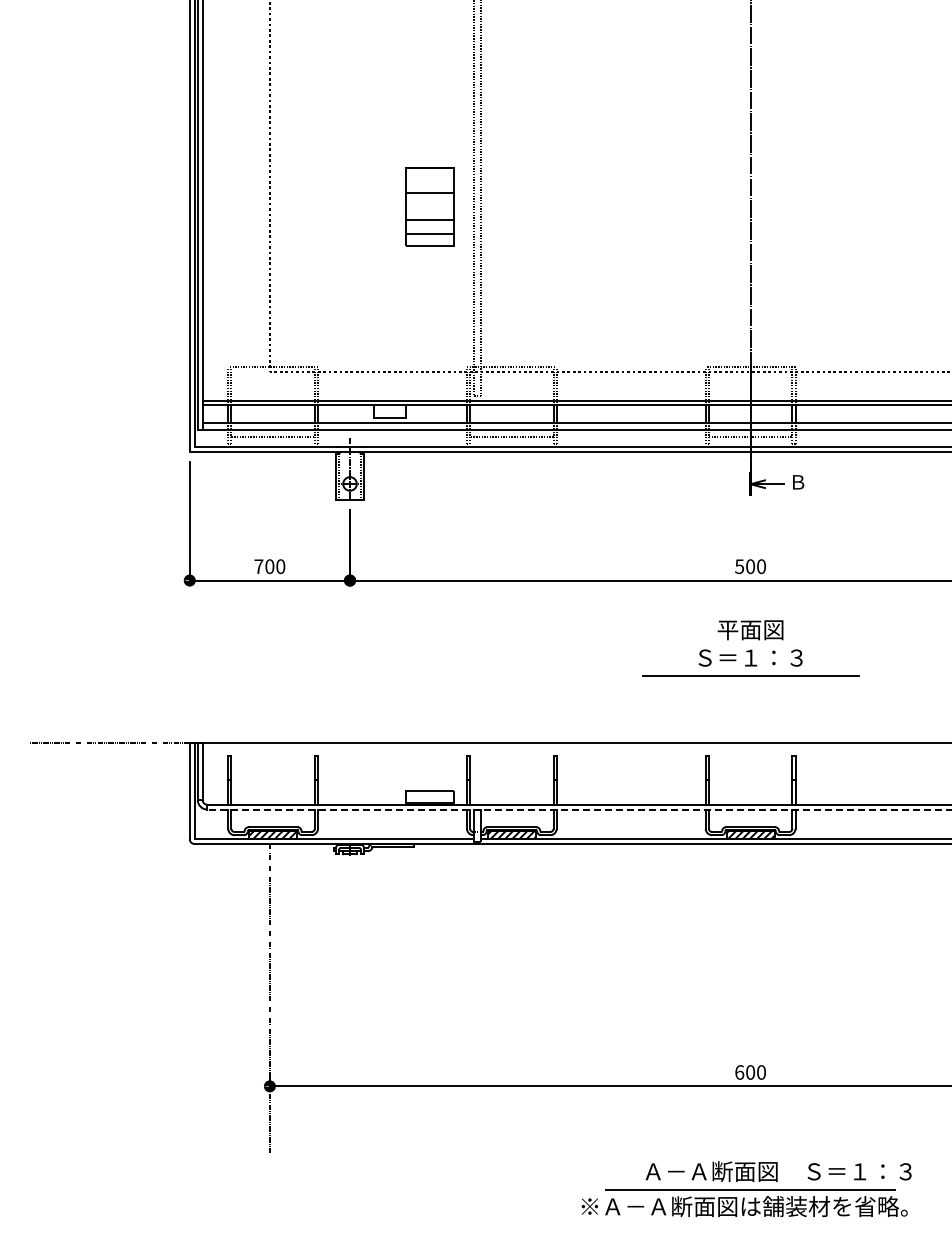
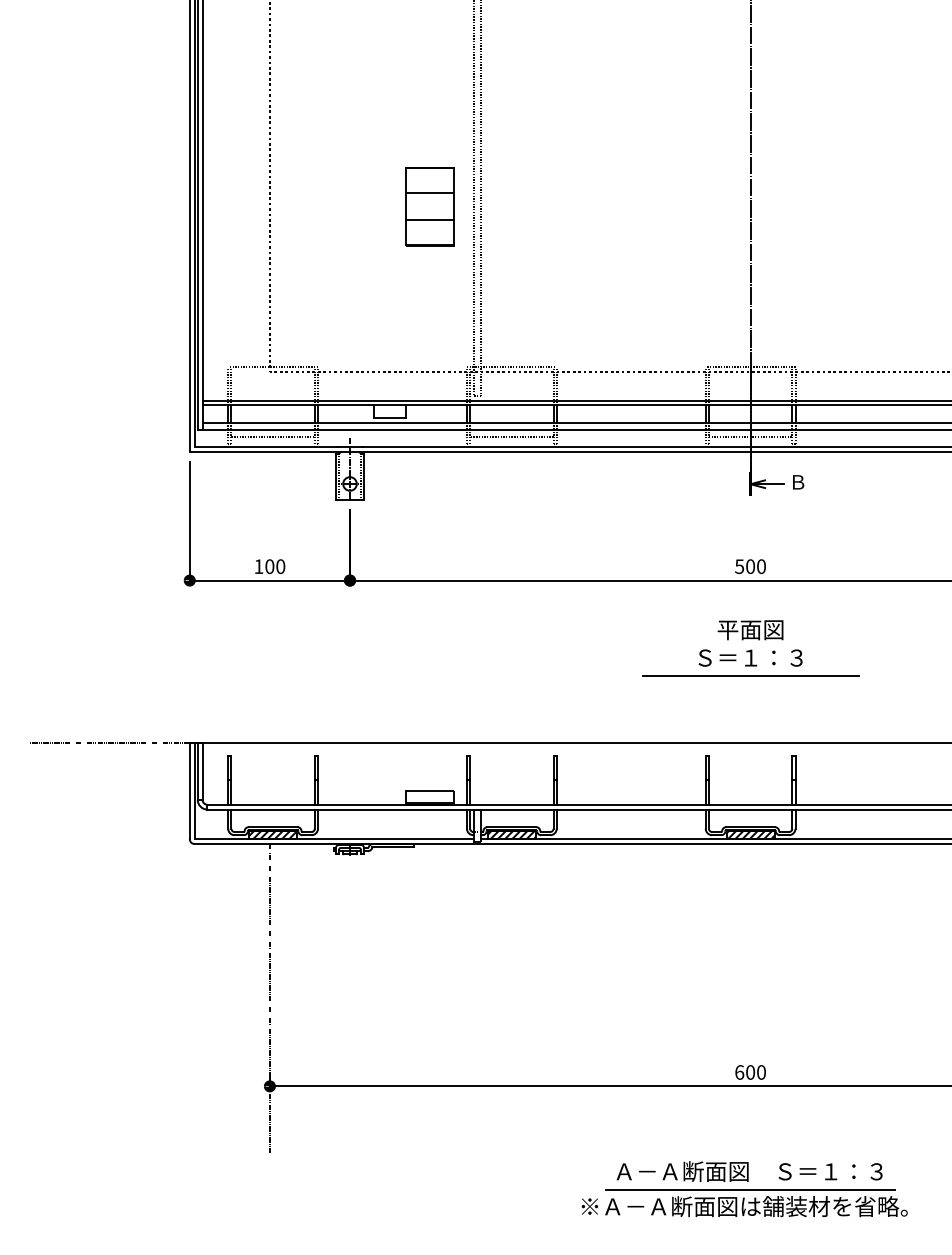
line at (430, 234) position: (430, 234) -> (430, 245)
text at (258, 566): 700 -> 100
line at (579, 809): dashed -> solid
text at (778, 1171) position: (778, 1171) -> (749, 1171)
